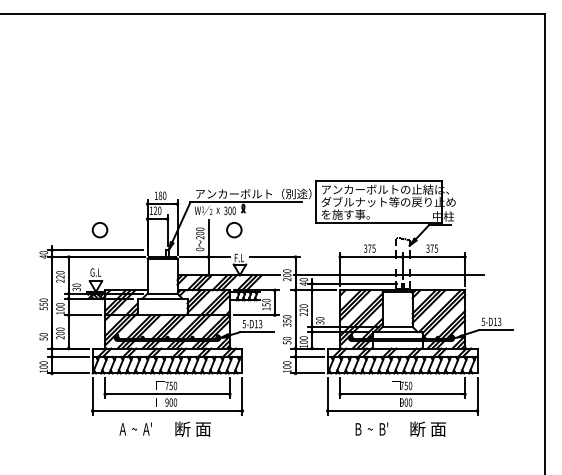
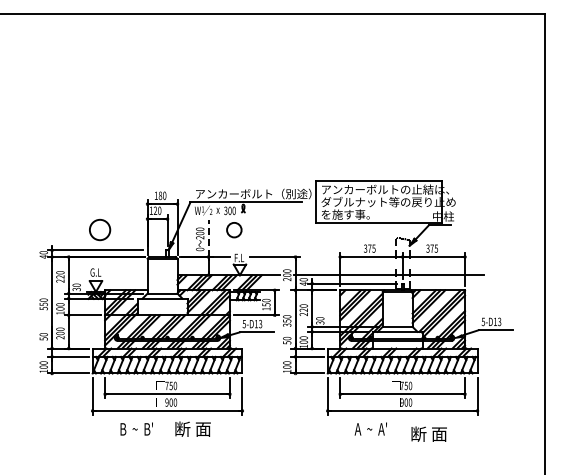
circle at (99, 230) size: 18x17 px -> 23x24 px
line at (208, 238): solid -> dashed
text at (135, 428): A  ~  A' -> B  ~  B'
text at (371, 428): B  ~  B' -> A  ~  A'
text at (427, 428) position: (427, 428) -> (428, 433)
